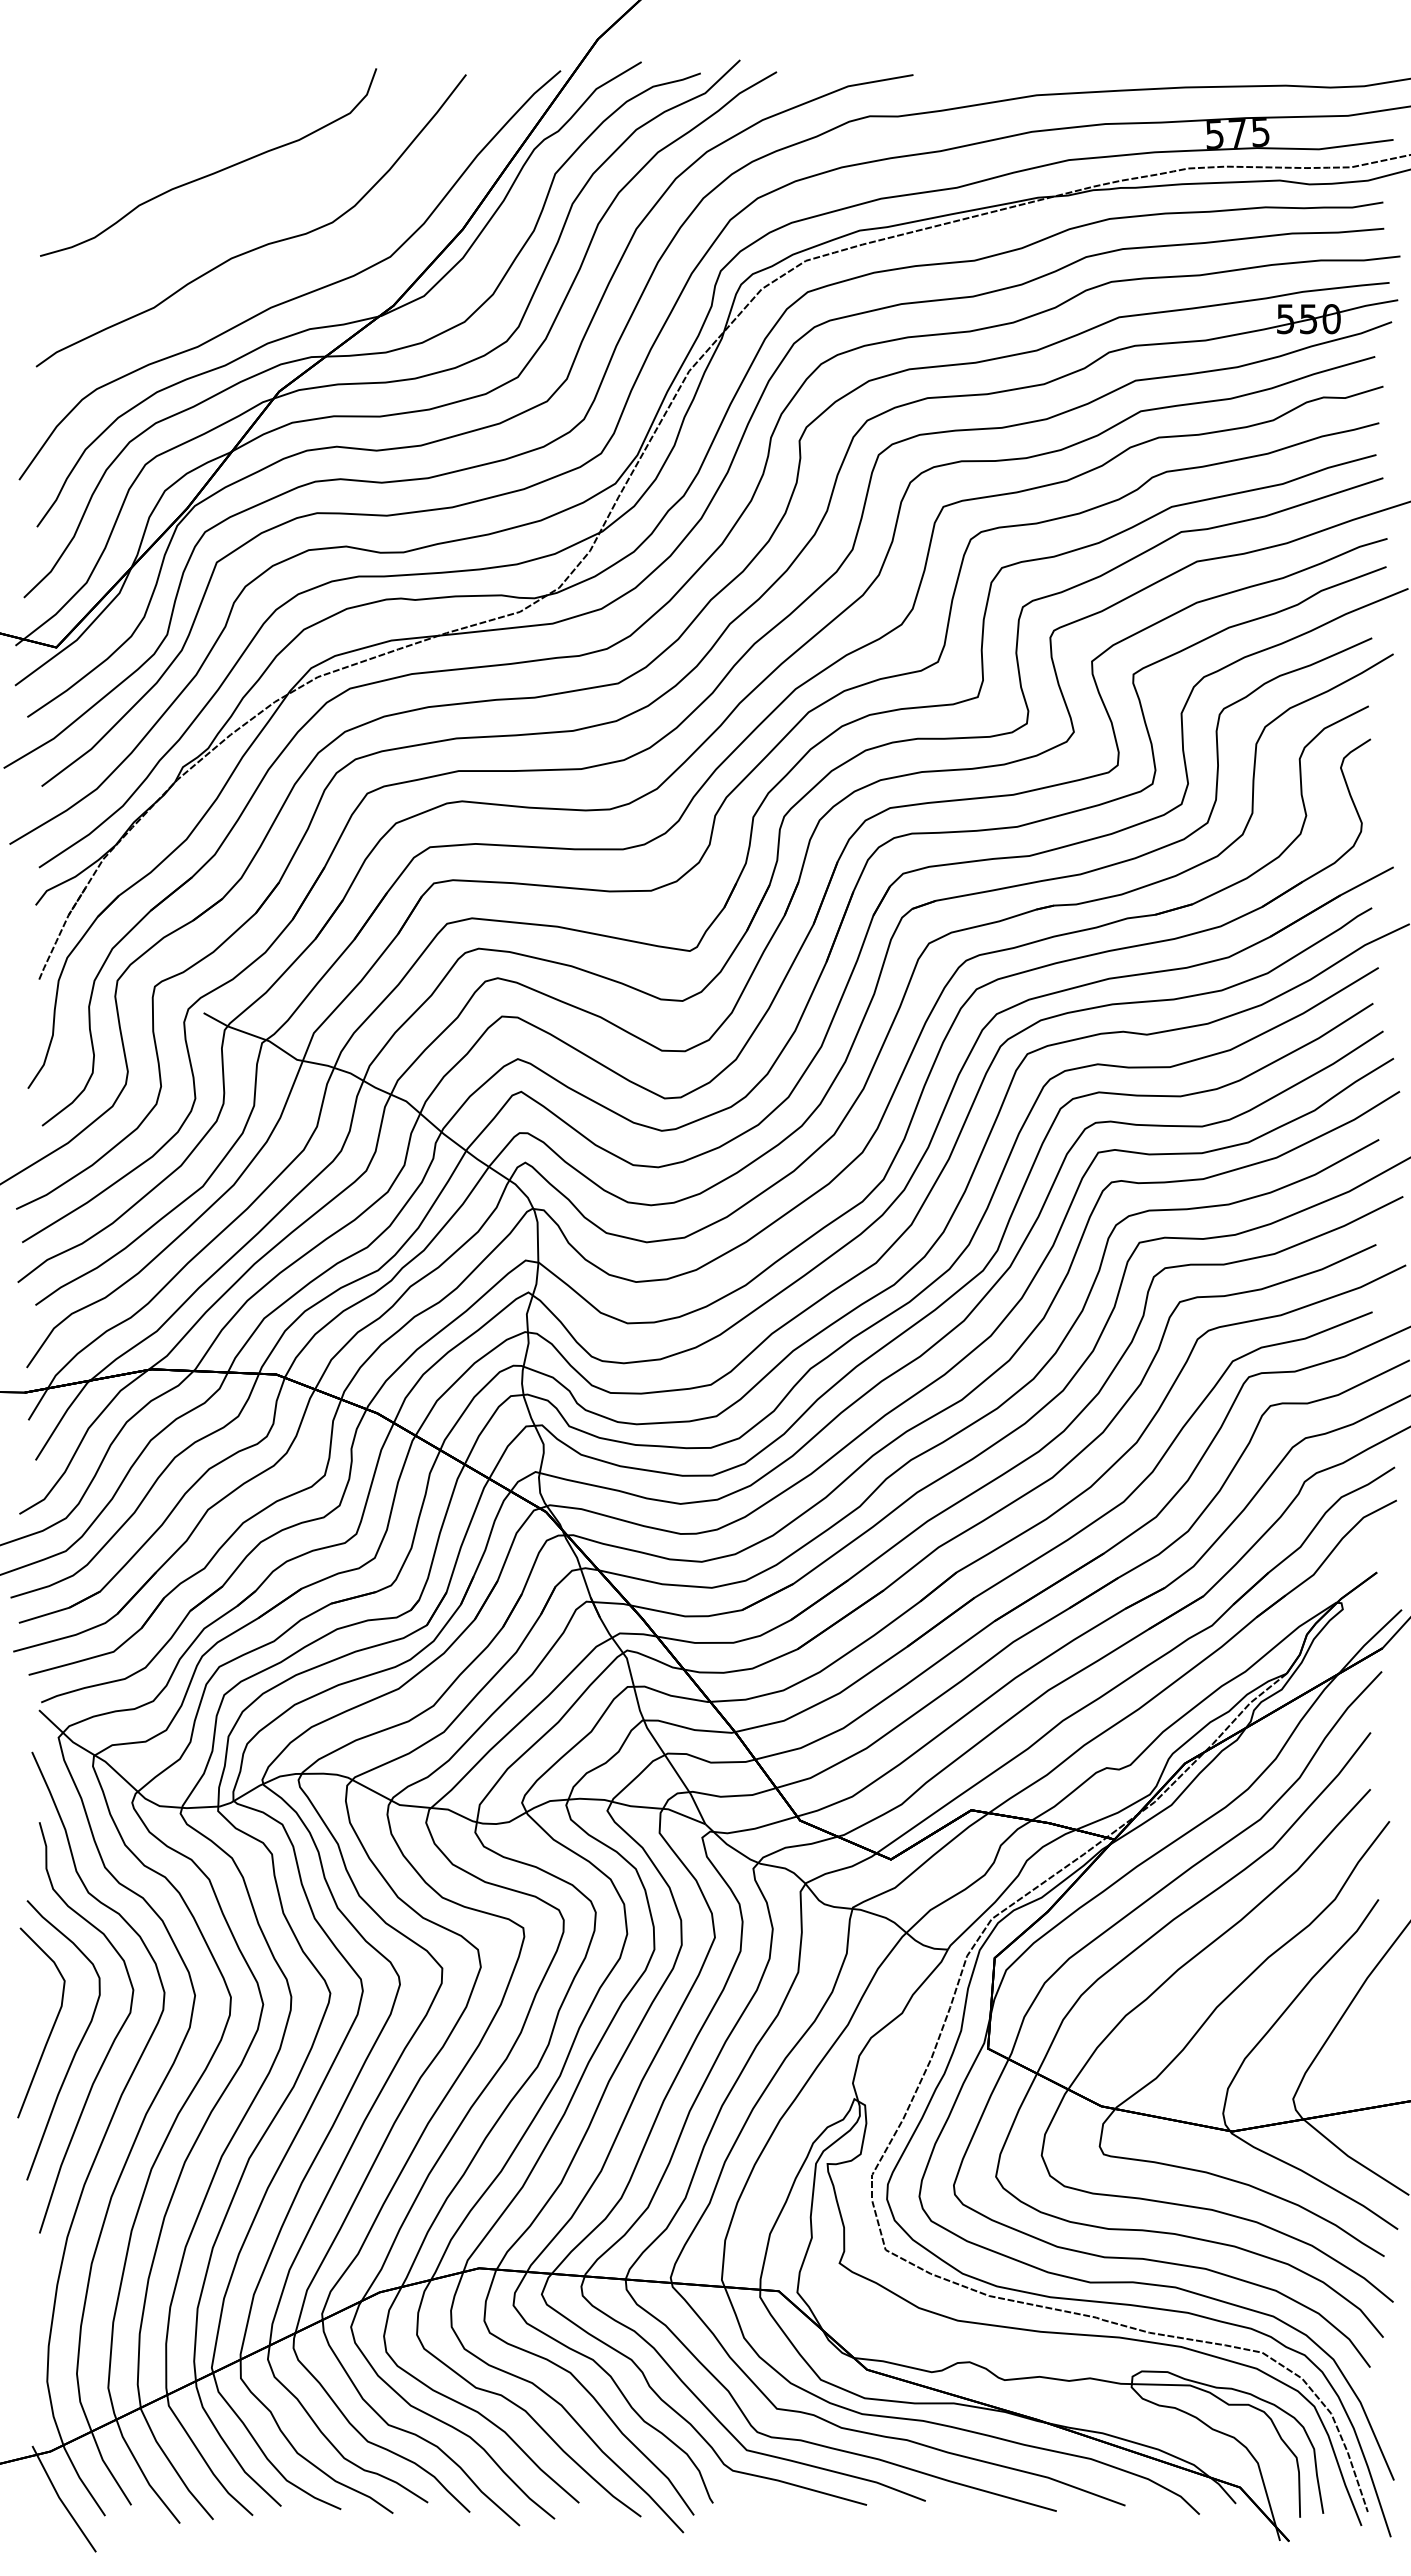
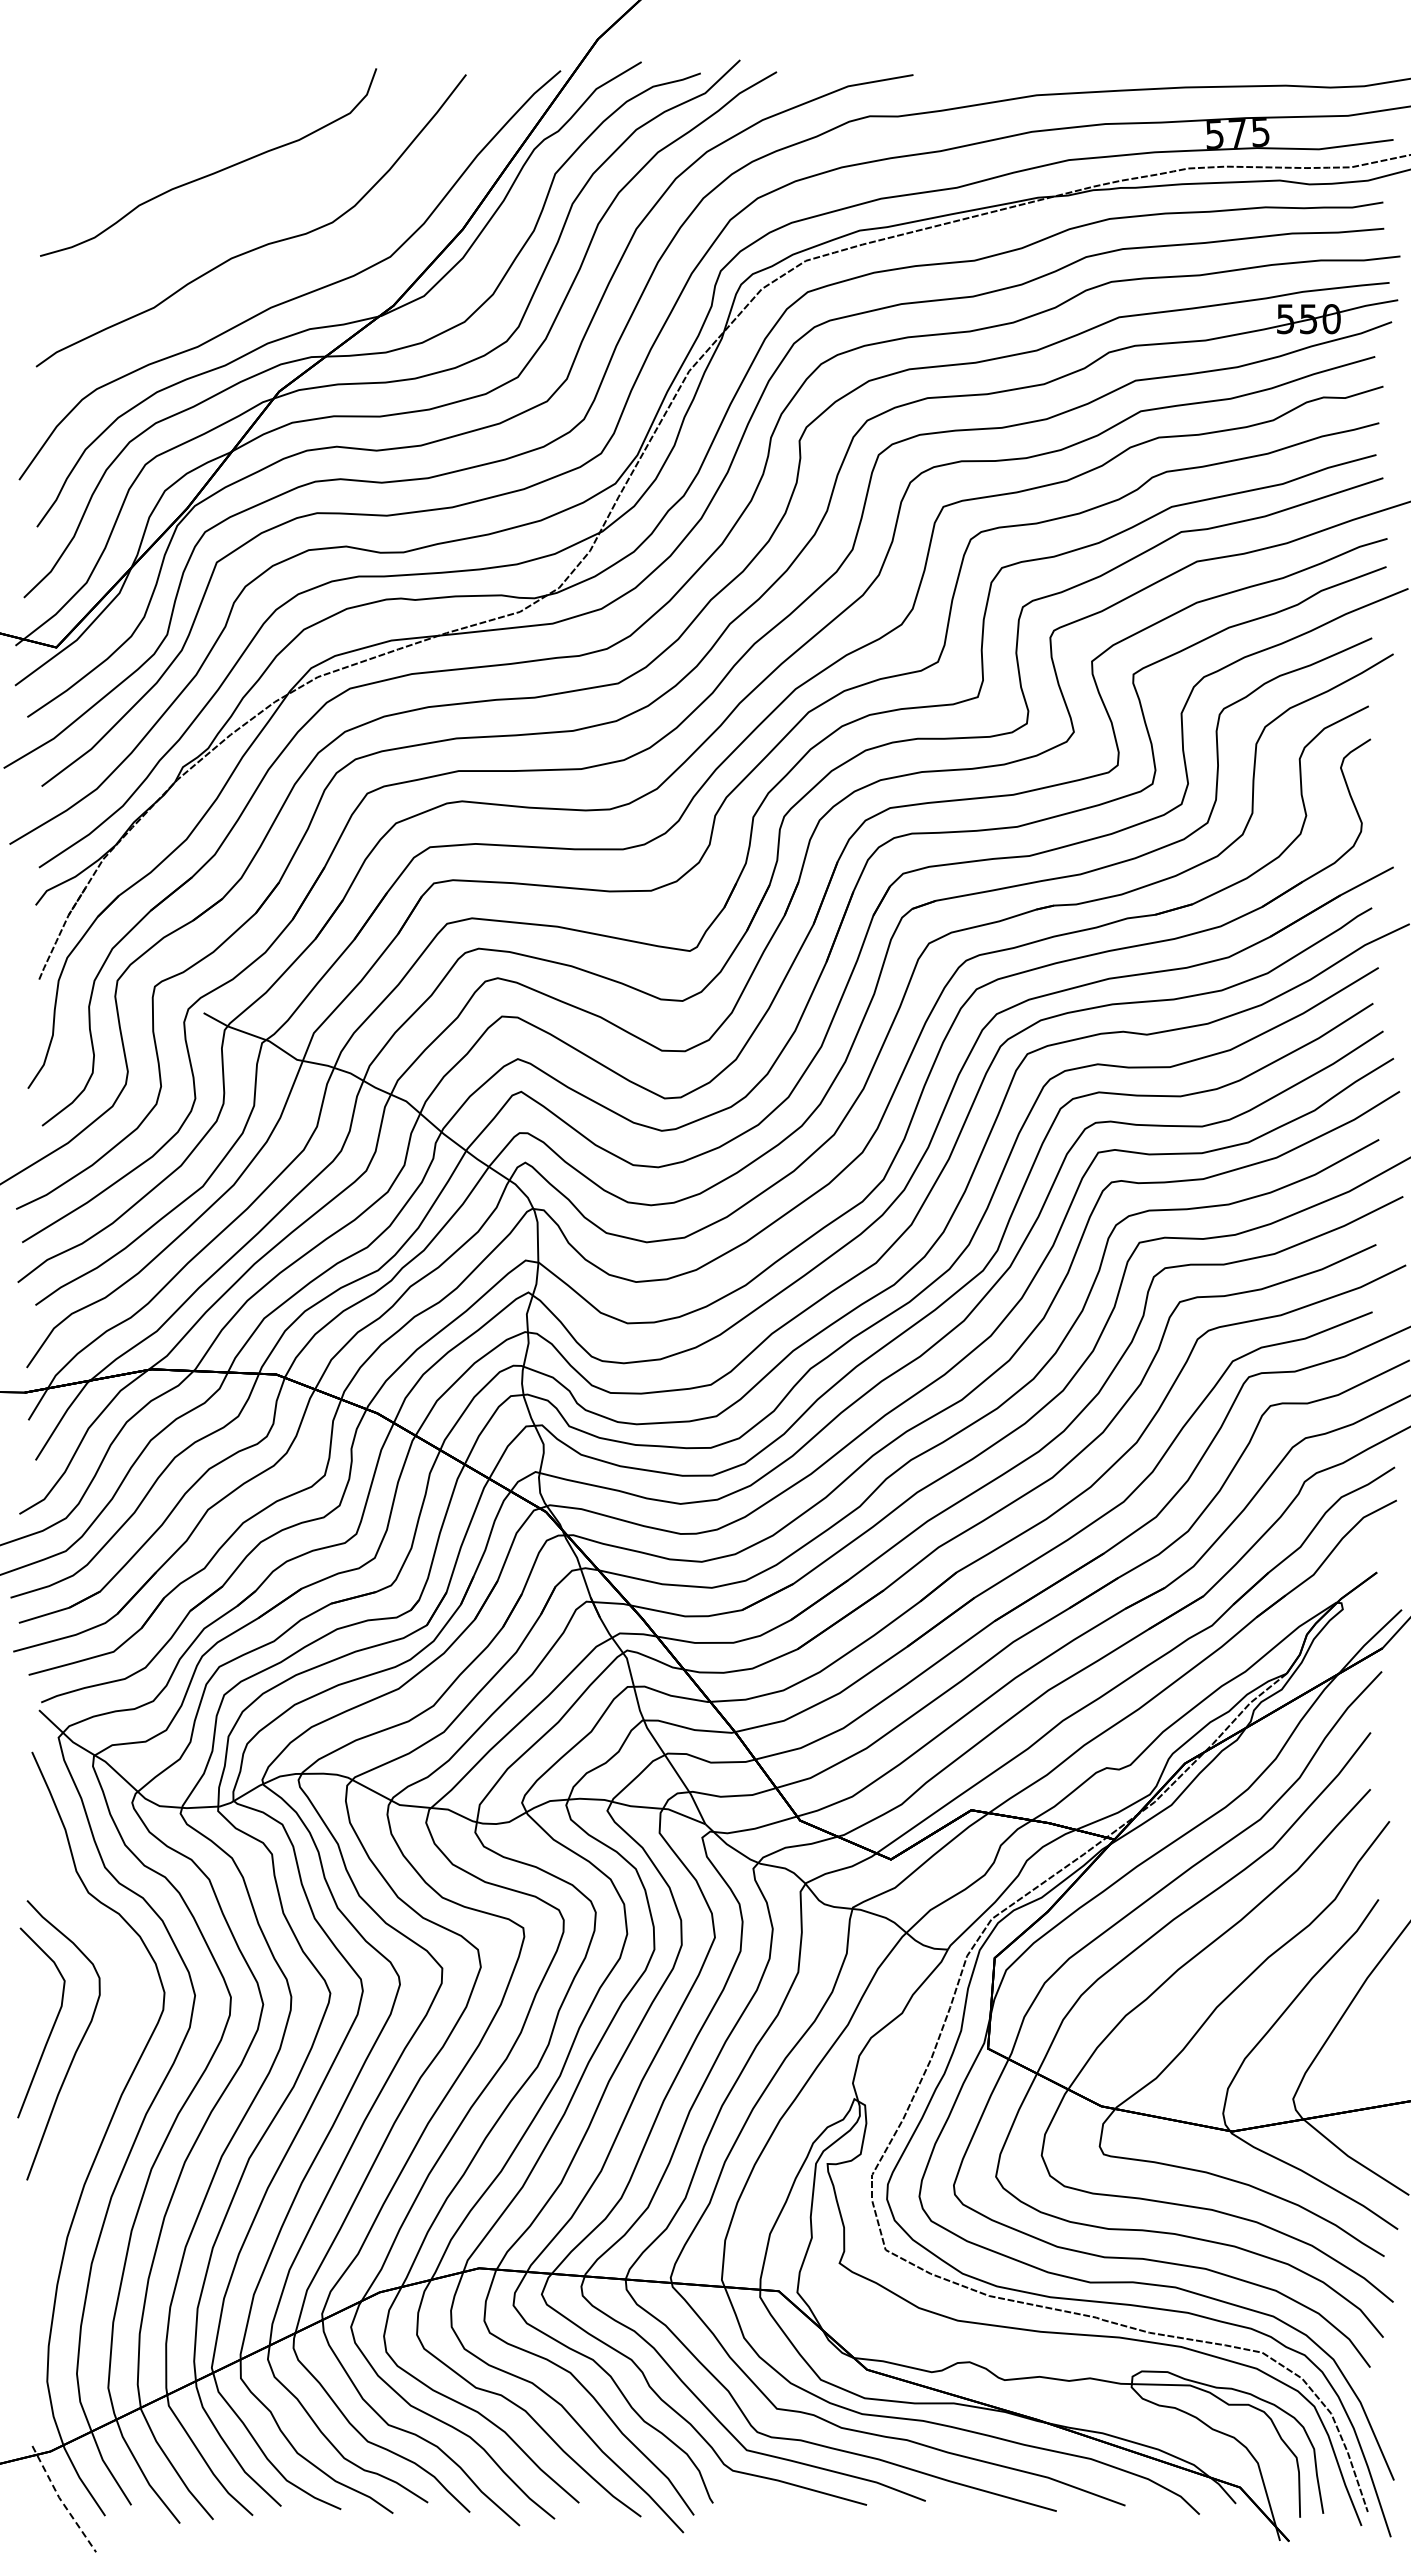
curve at (112, 2041): present -> none
line at (60, 2500): solid -> dashed
